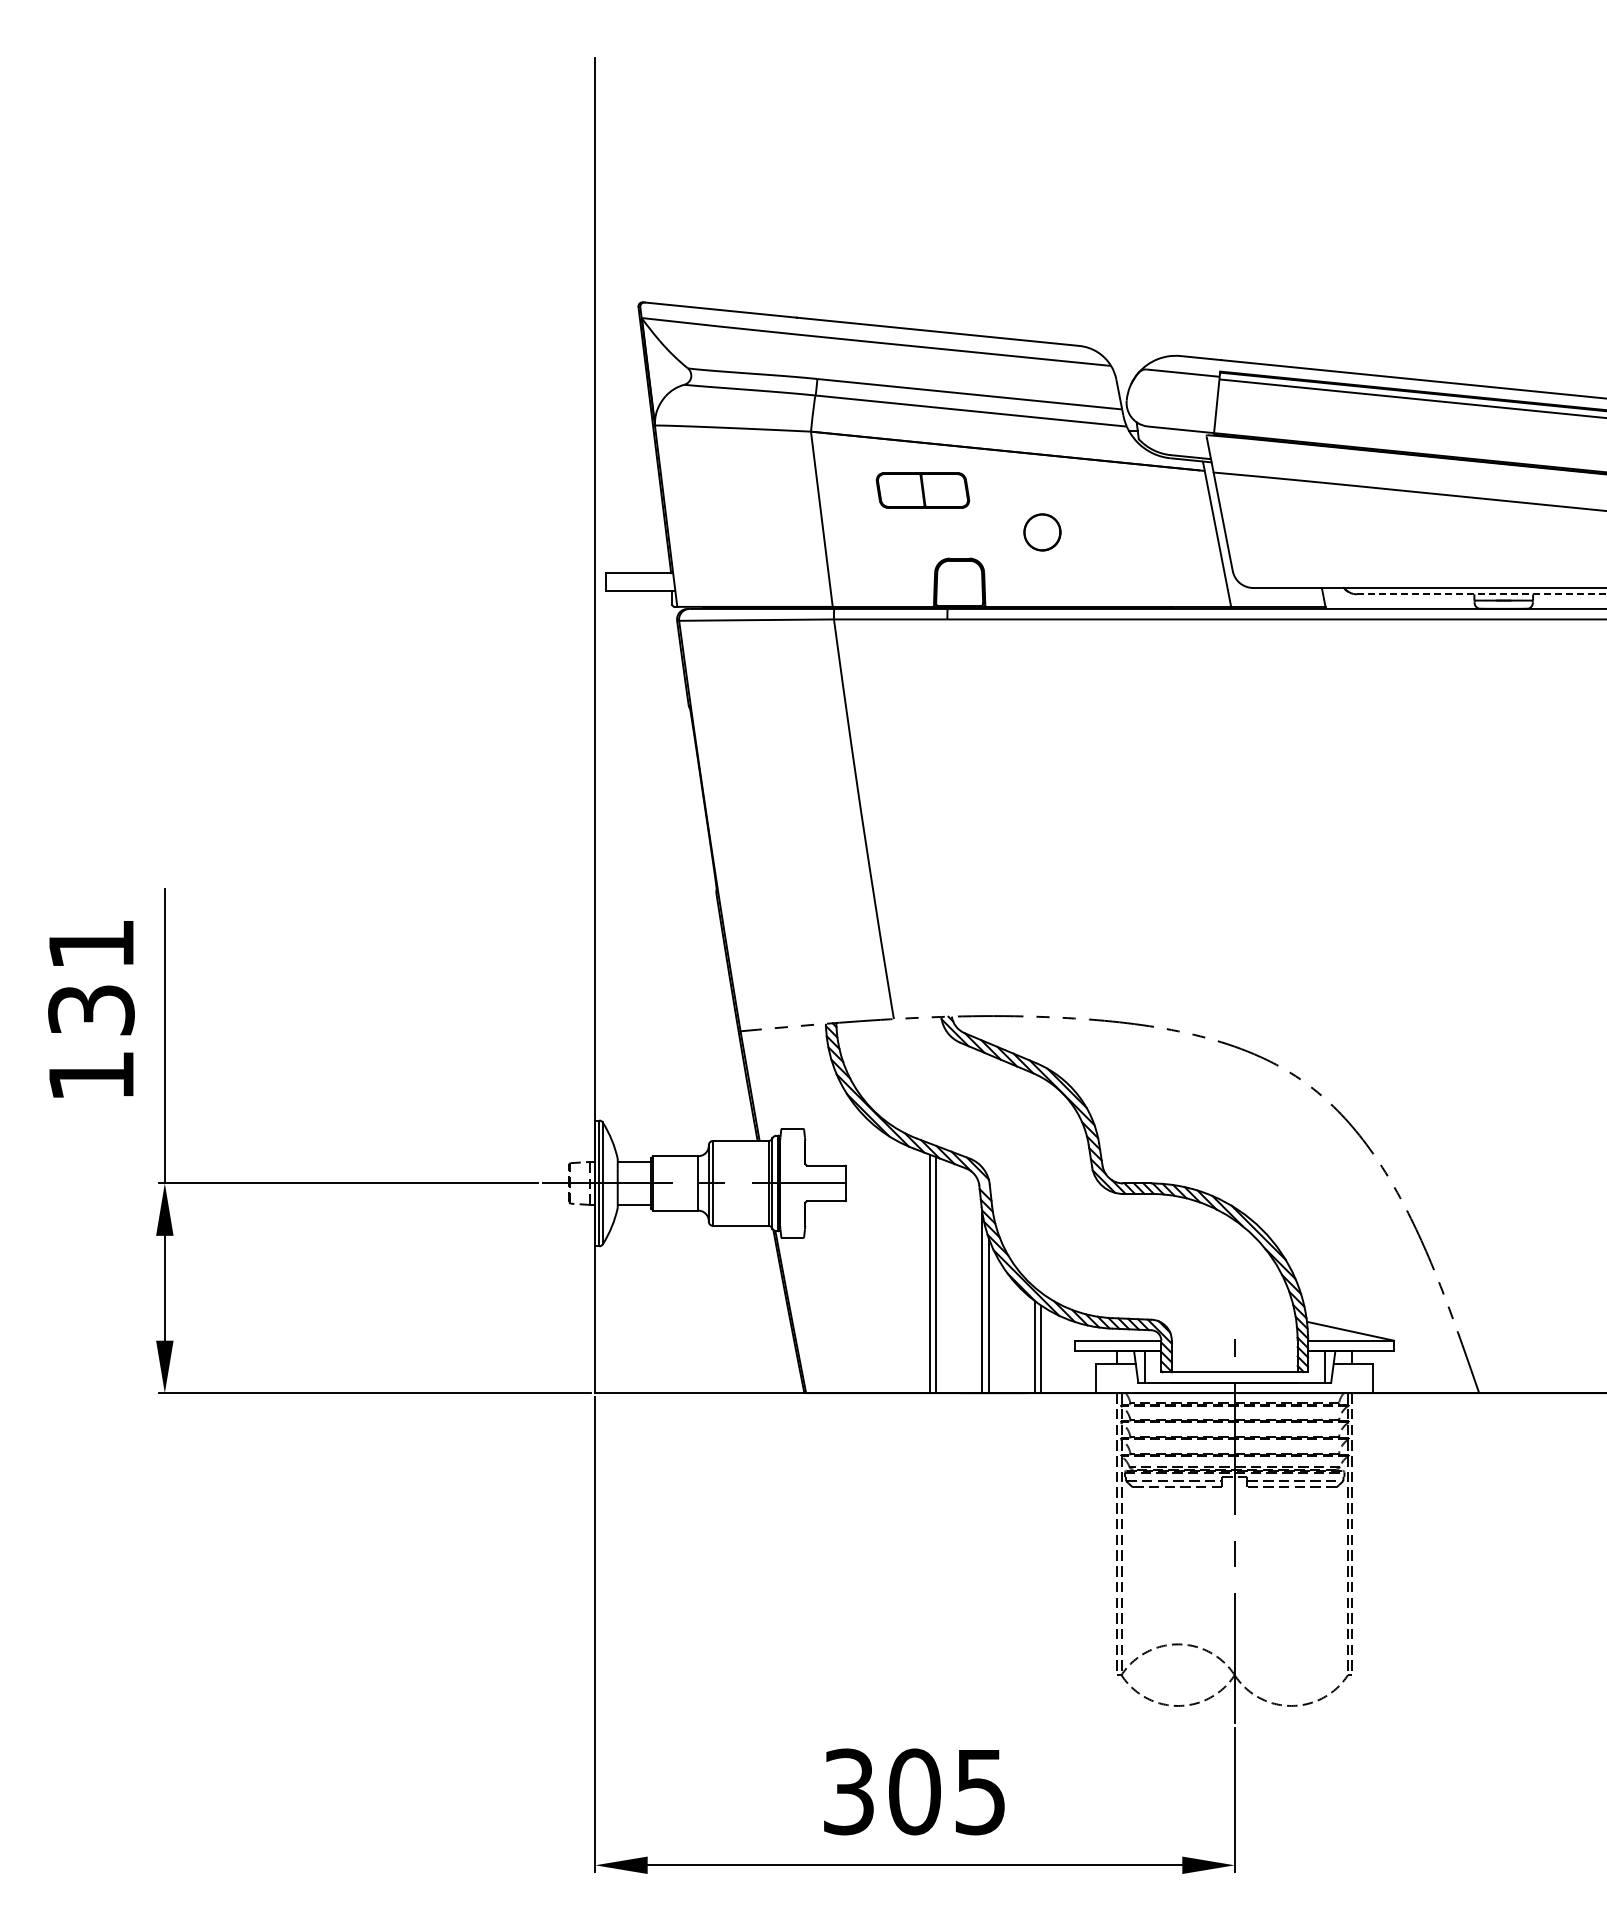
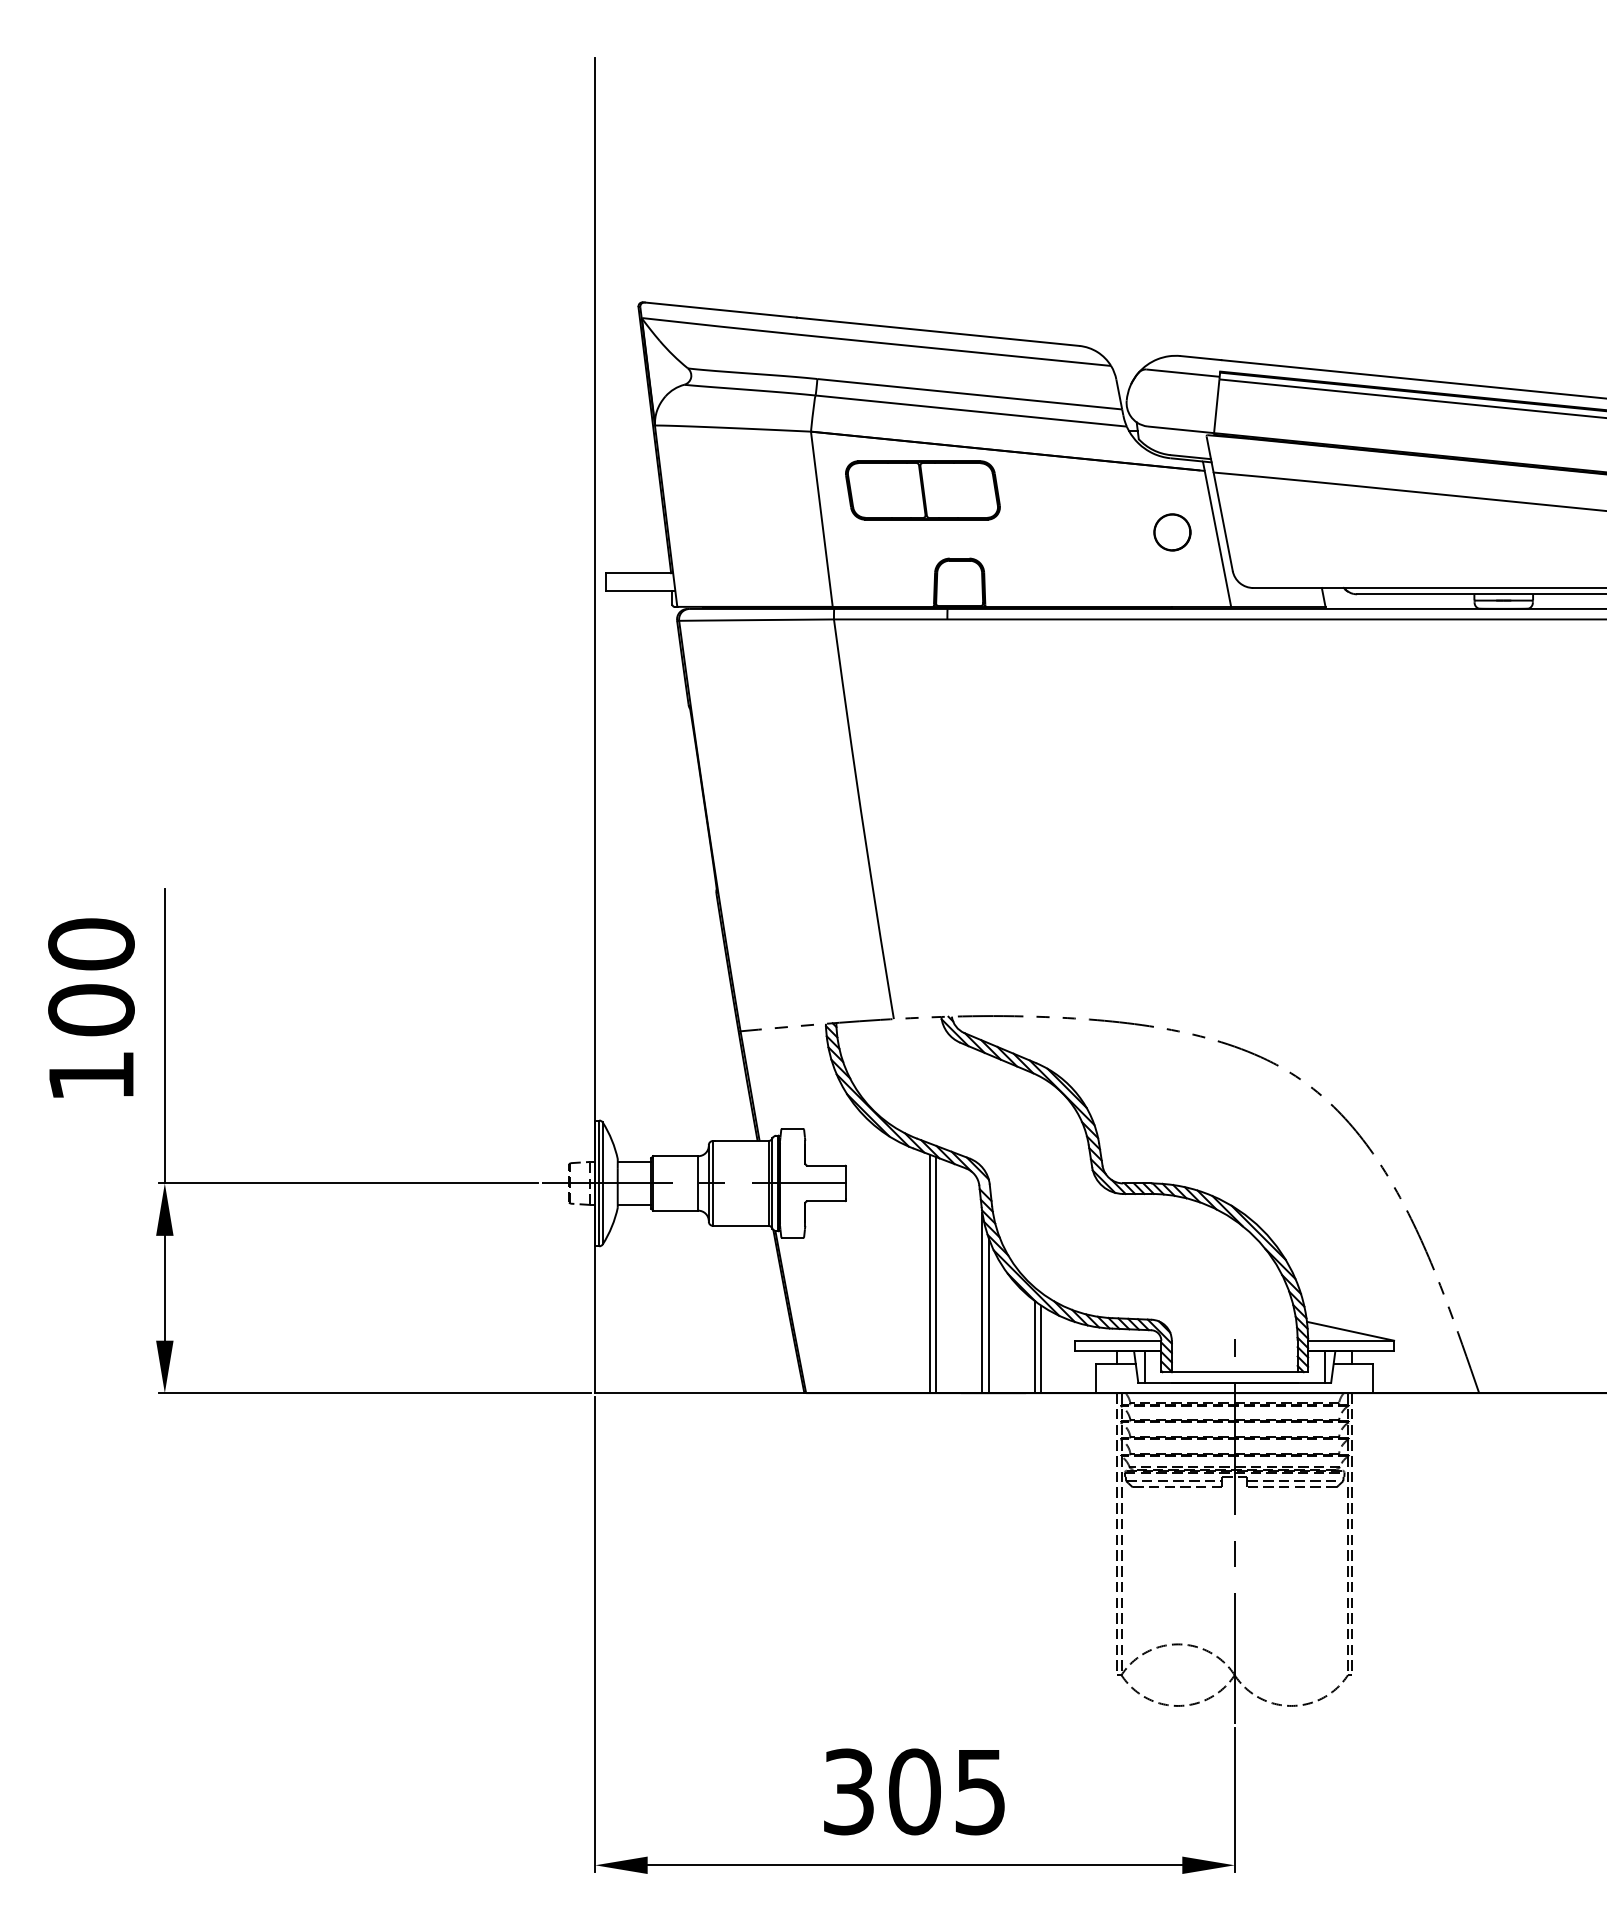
part at (922, 490) size: 96x37 px -> 156x61 px
part at (1042, 532) position: (1042, 532) -> (1172, 532)
line at (1482, 594): dashed -> solid
text at (91, 977): 131 -> 100
